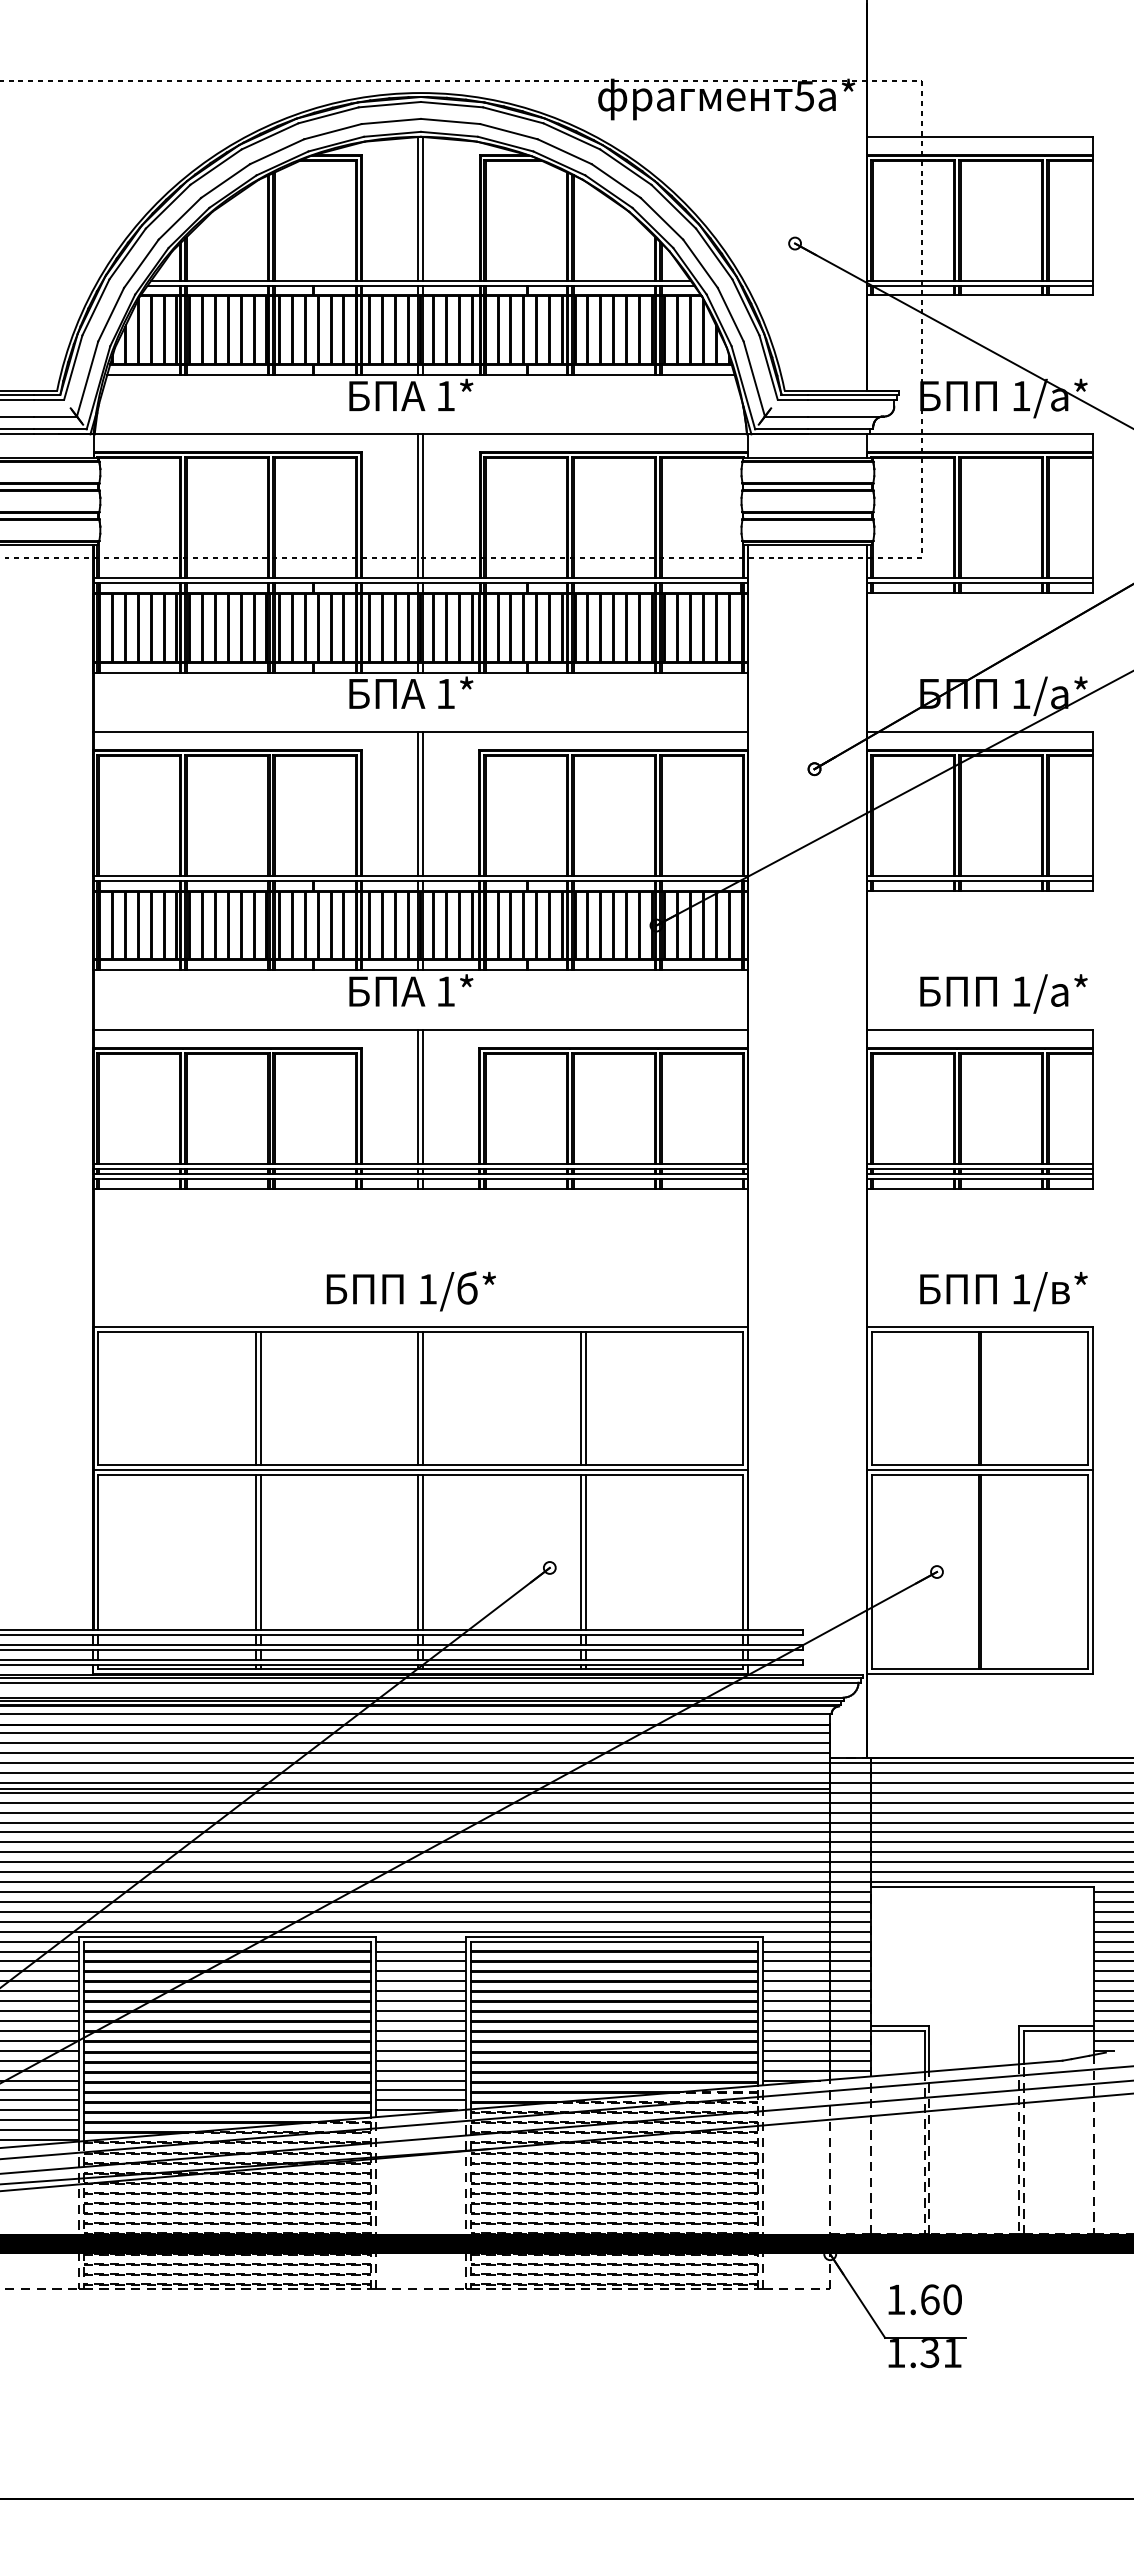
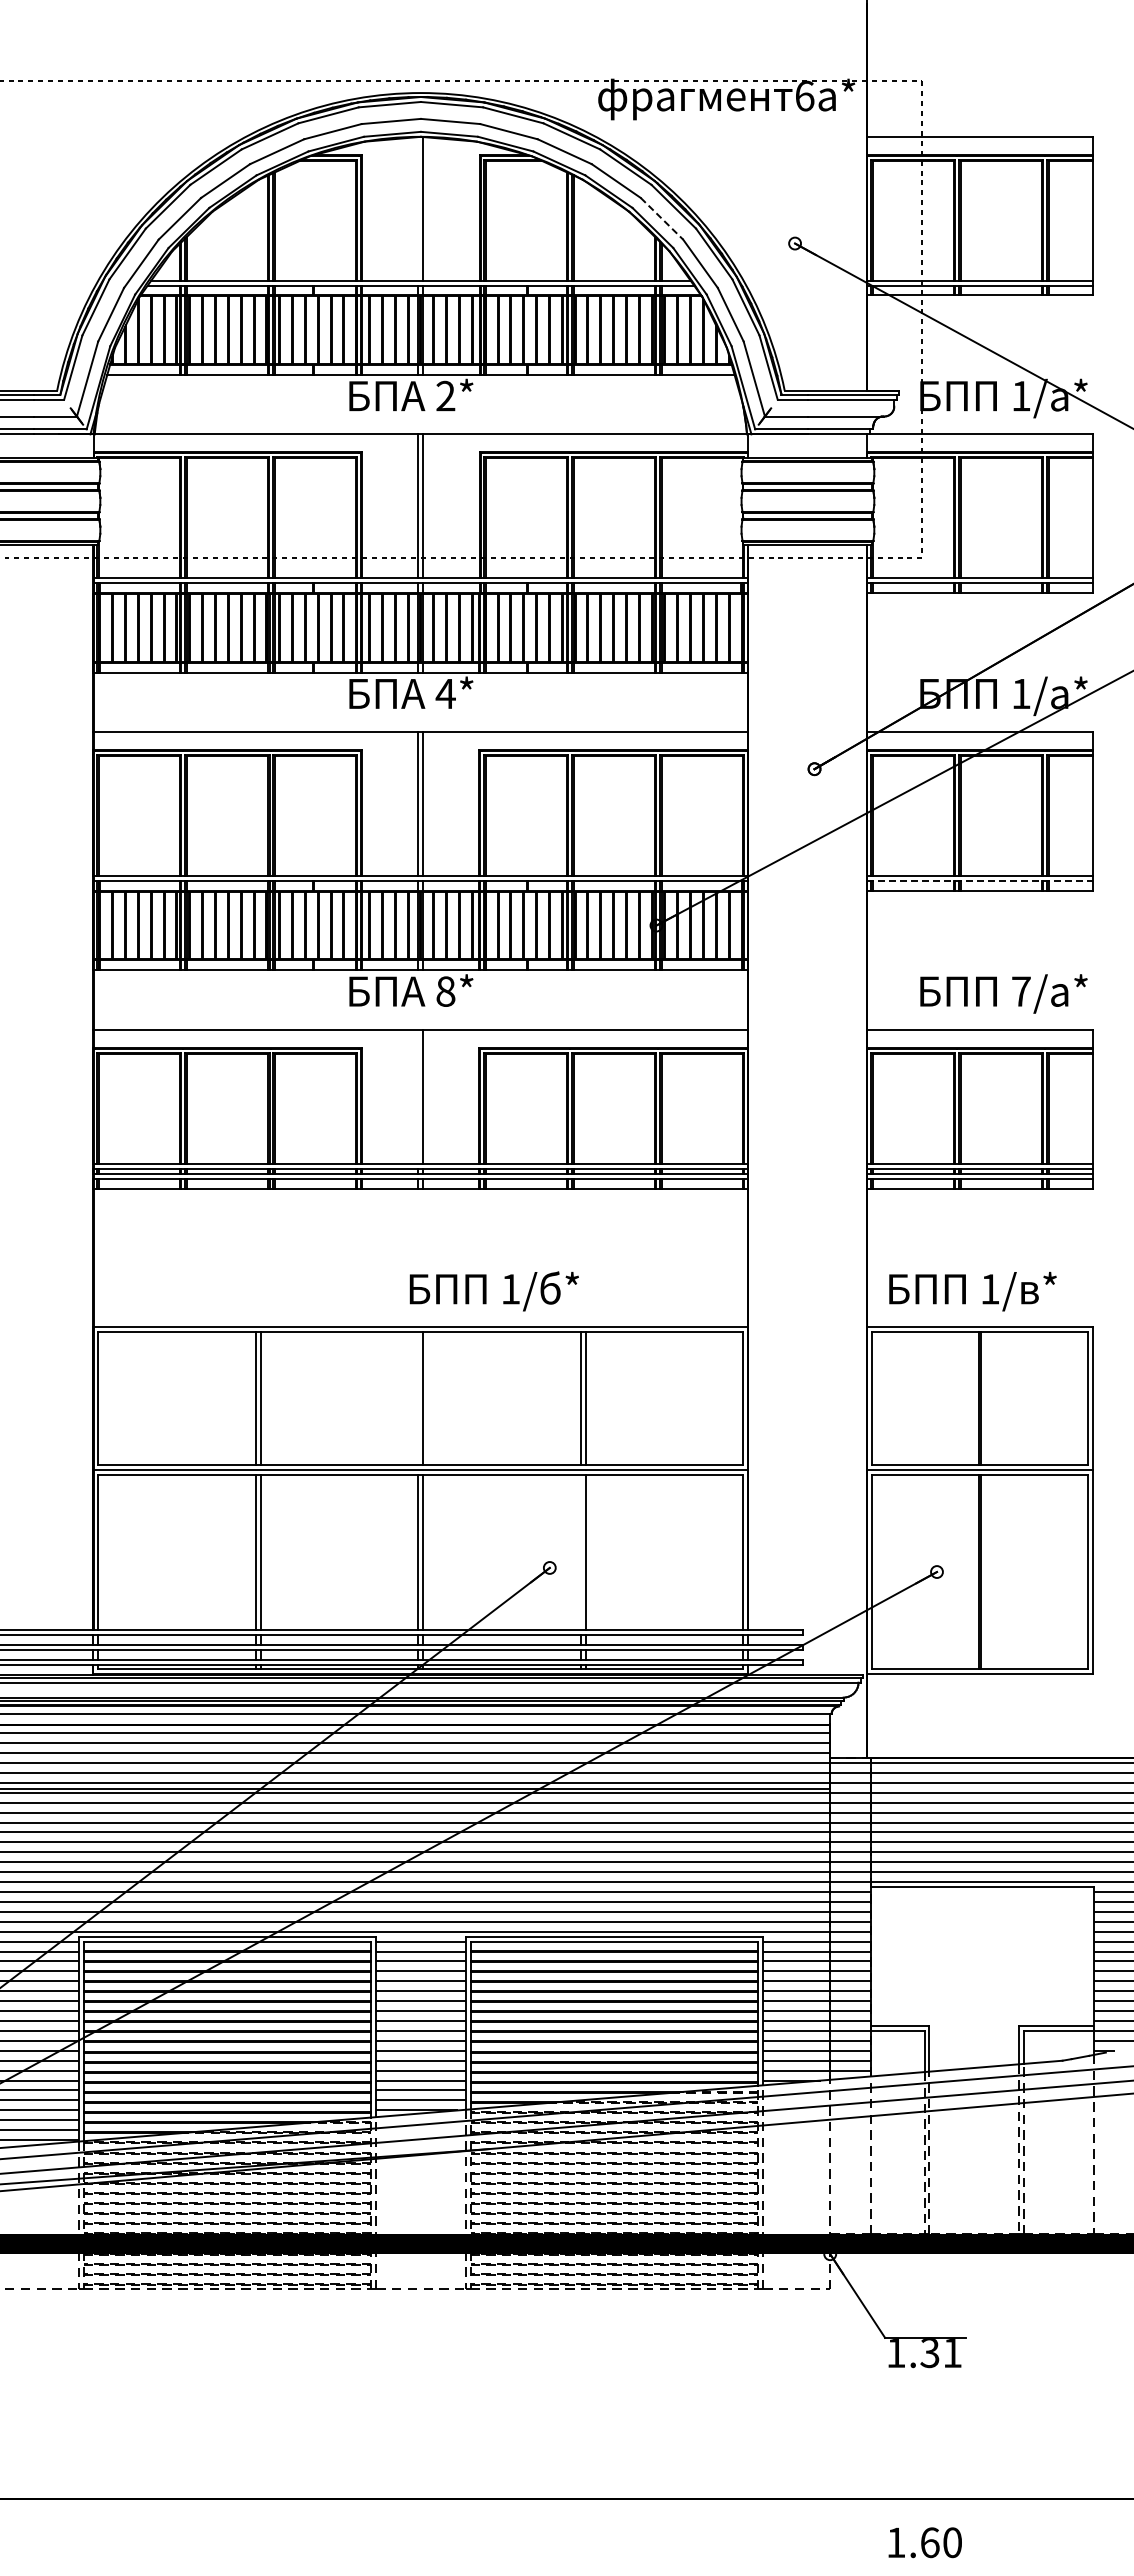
text at (804, 95): 5 -> 6
line at (418, 208): present -> none
line at (661, 218): solid -> dashed
text at (445, 395): 1* -> 2*
text at (445, 693): 1* -> 4*
line at (980, 880): solid -> dashed
text at (445, 991): 1* -> 8*
text at (1021, 991): 1/ -> 7/
line at (418, 1096): present -> none
text at (410, 1291) position: (410, 1291) -> (493, 1291)
text at (1003, 1291) position: (1003, 1291) -> (972, 1291)
line at (418, 1398): present -> none
line at (580, 1552): present -> none
text at (924, 2299) position: (924, 2299) -> (924, 2542)
